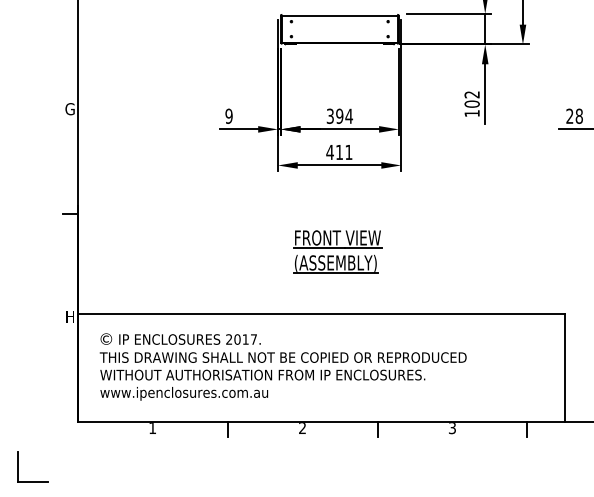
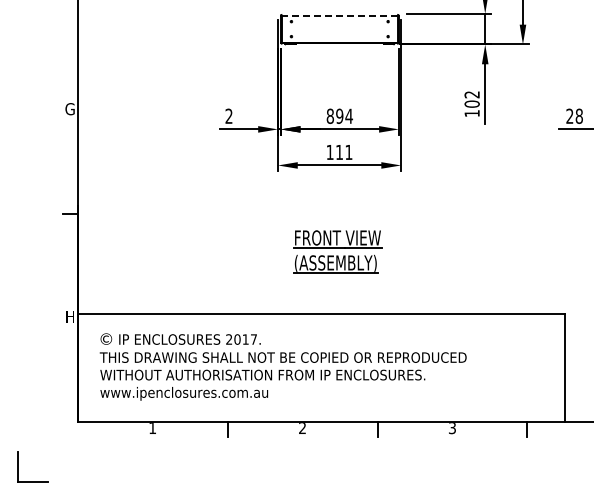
line at (339, 15): solid -> dashed
text at (228, 115): 9 -> 2
text at (329, 115): 394 -> 894
text at (329, 152): 411 -> 111
